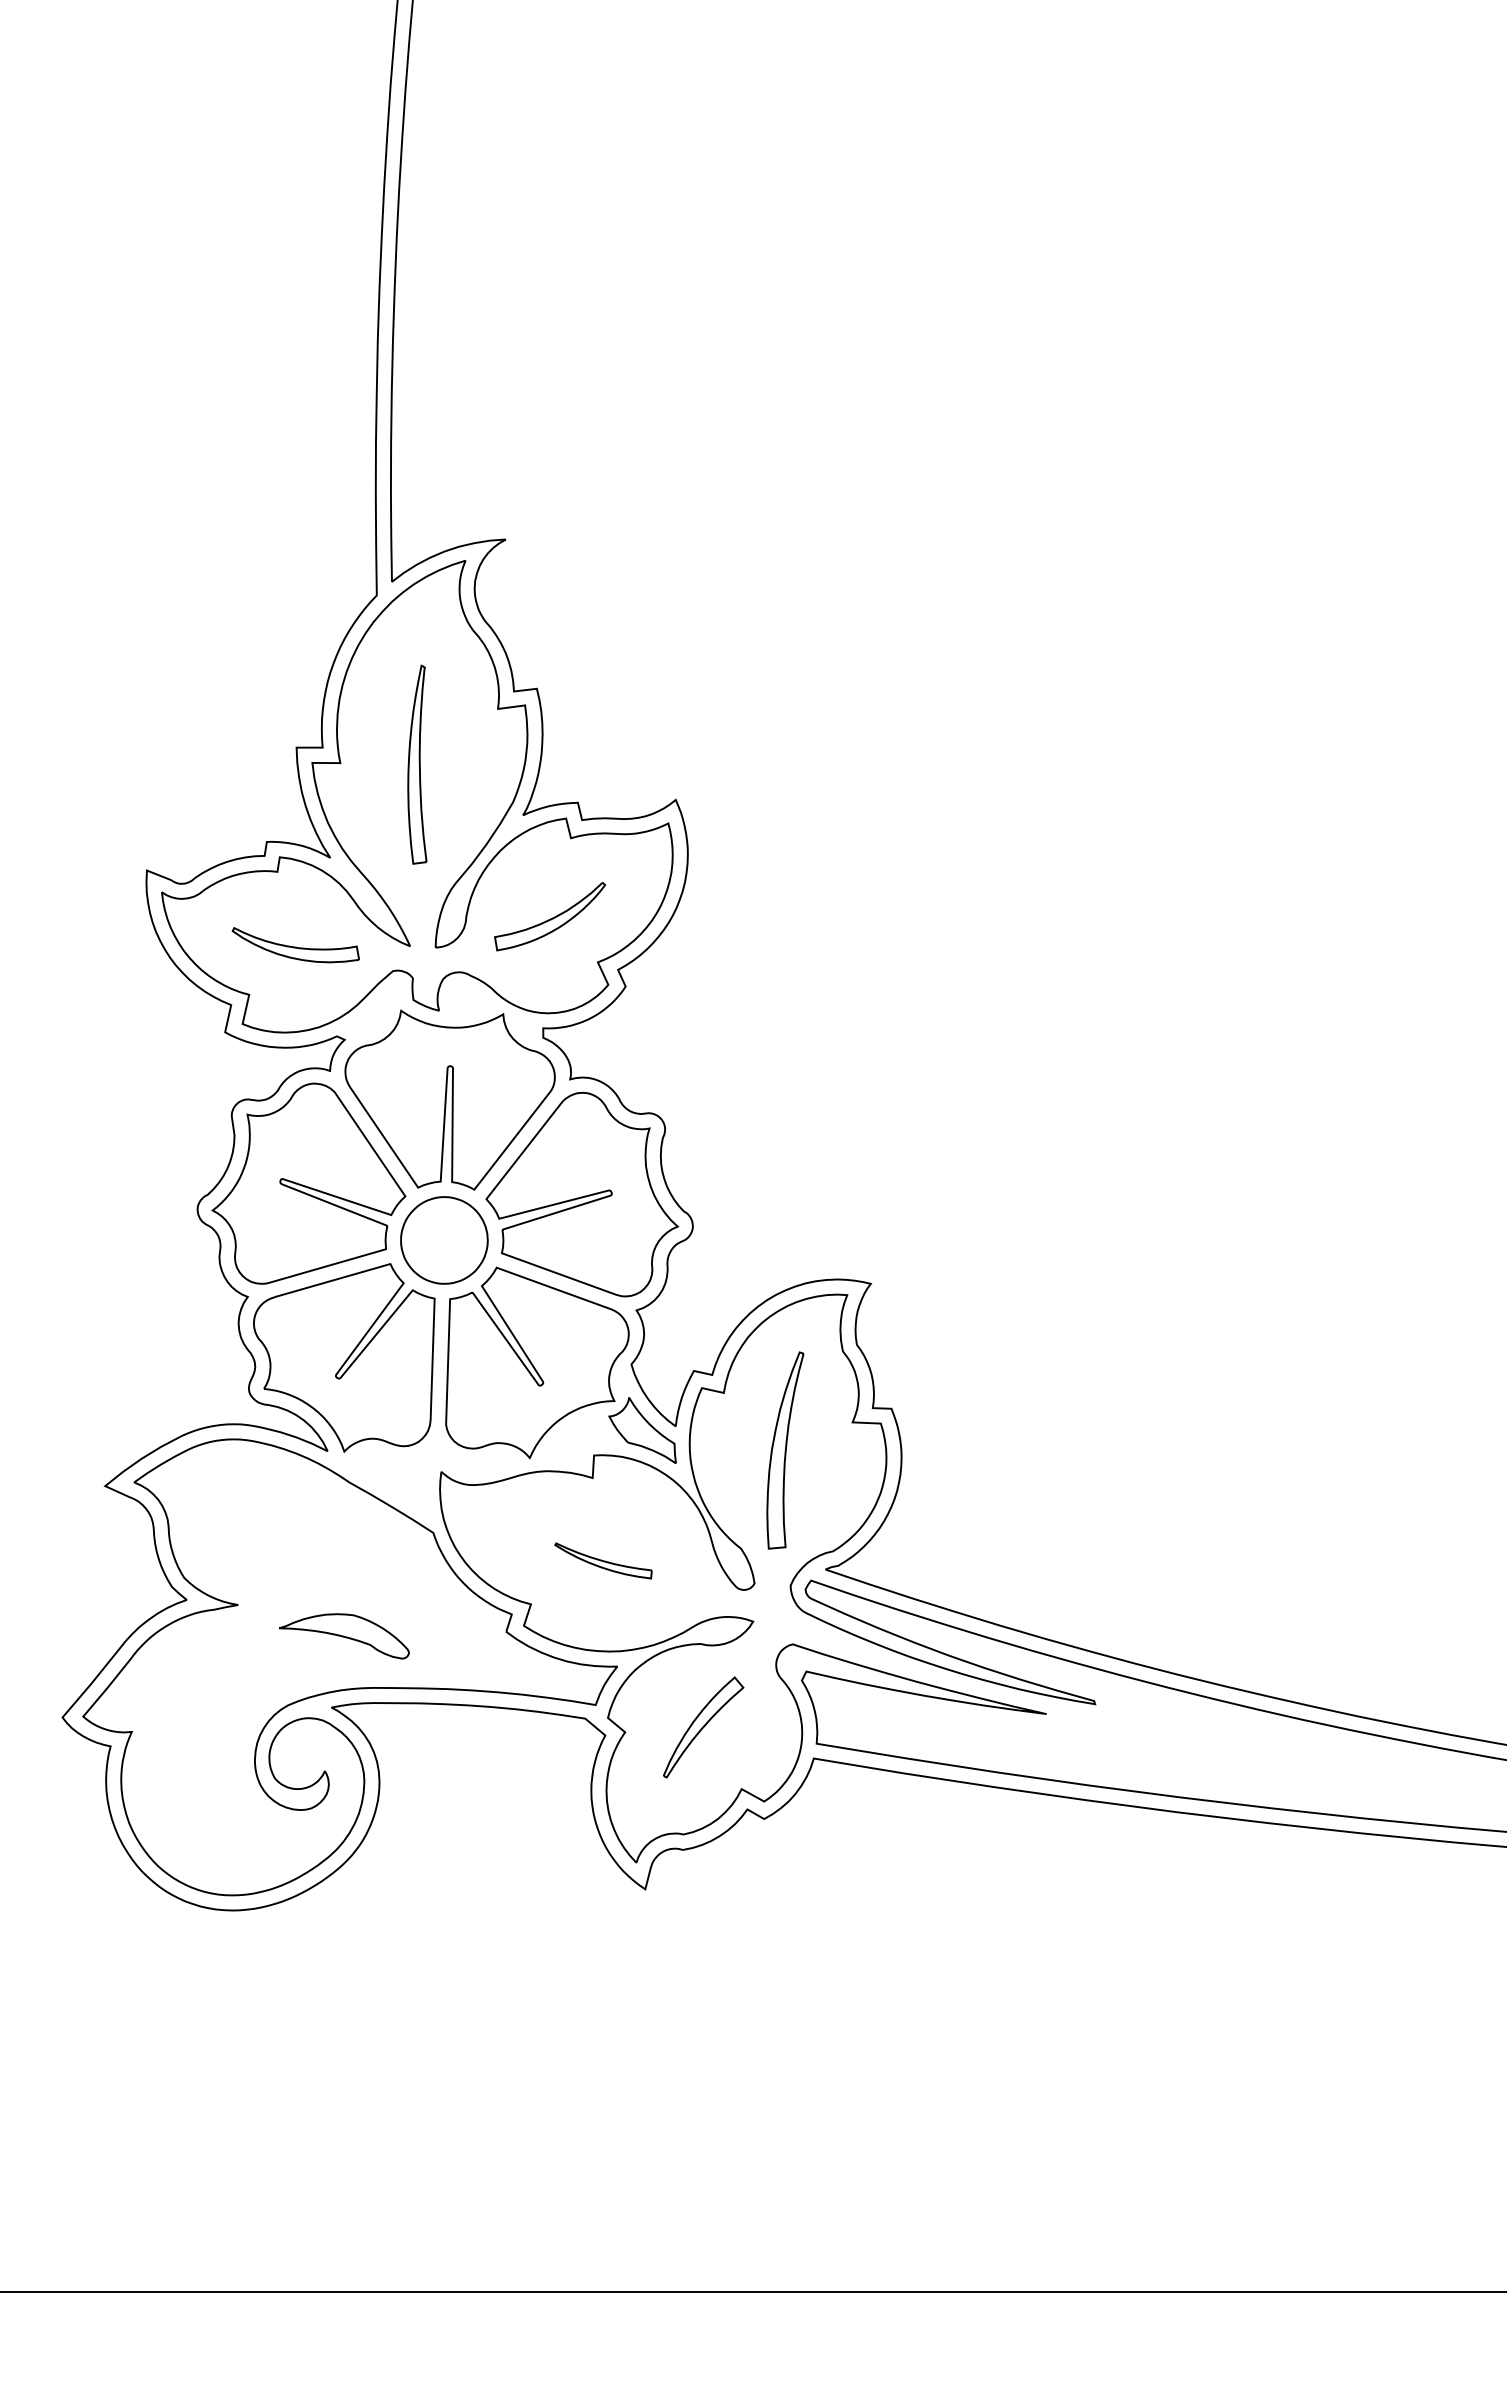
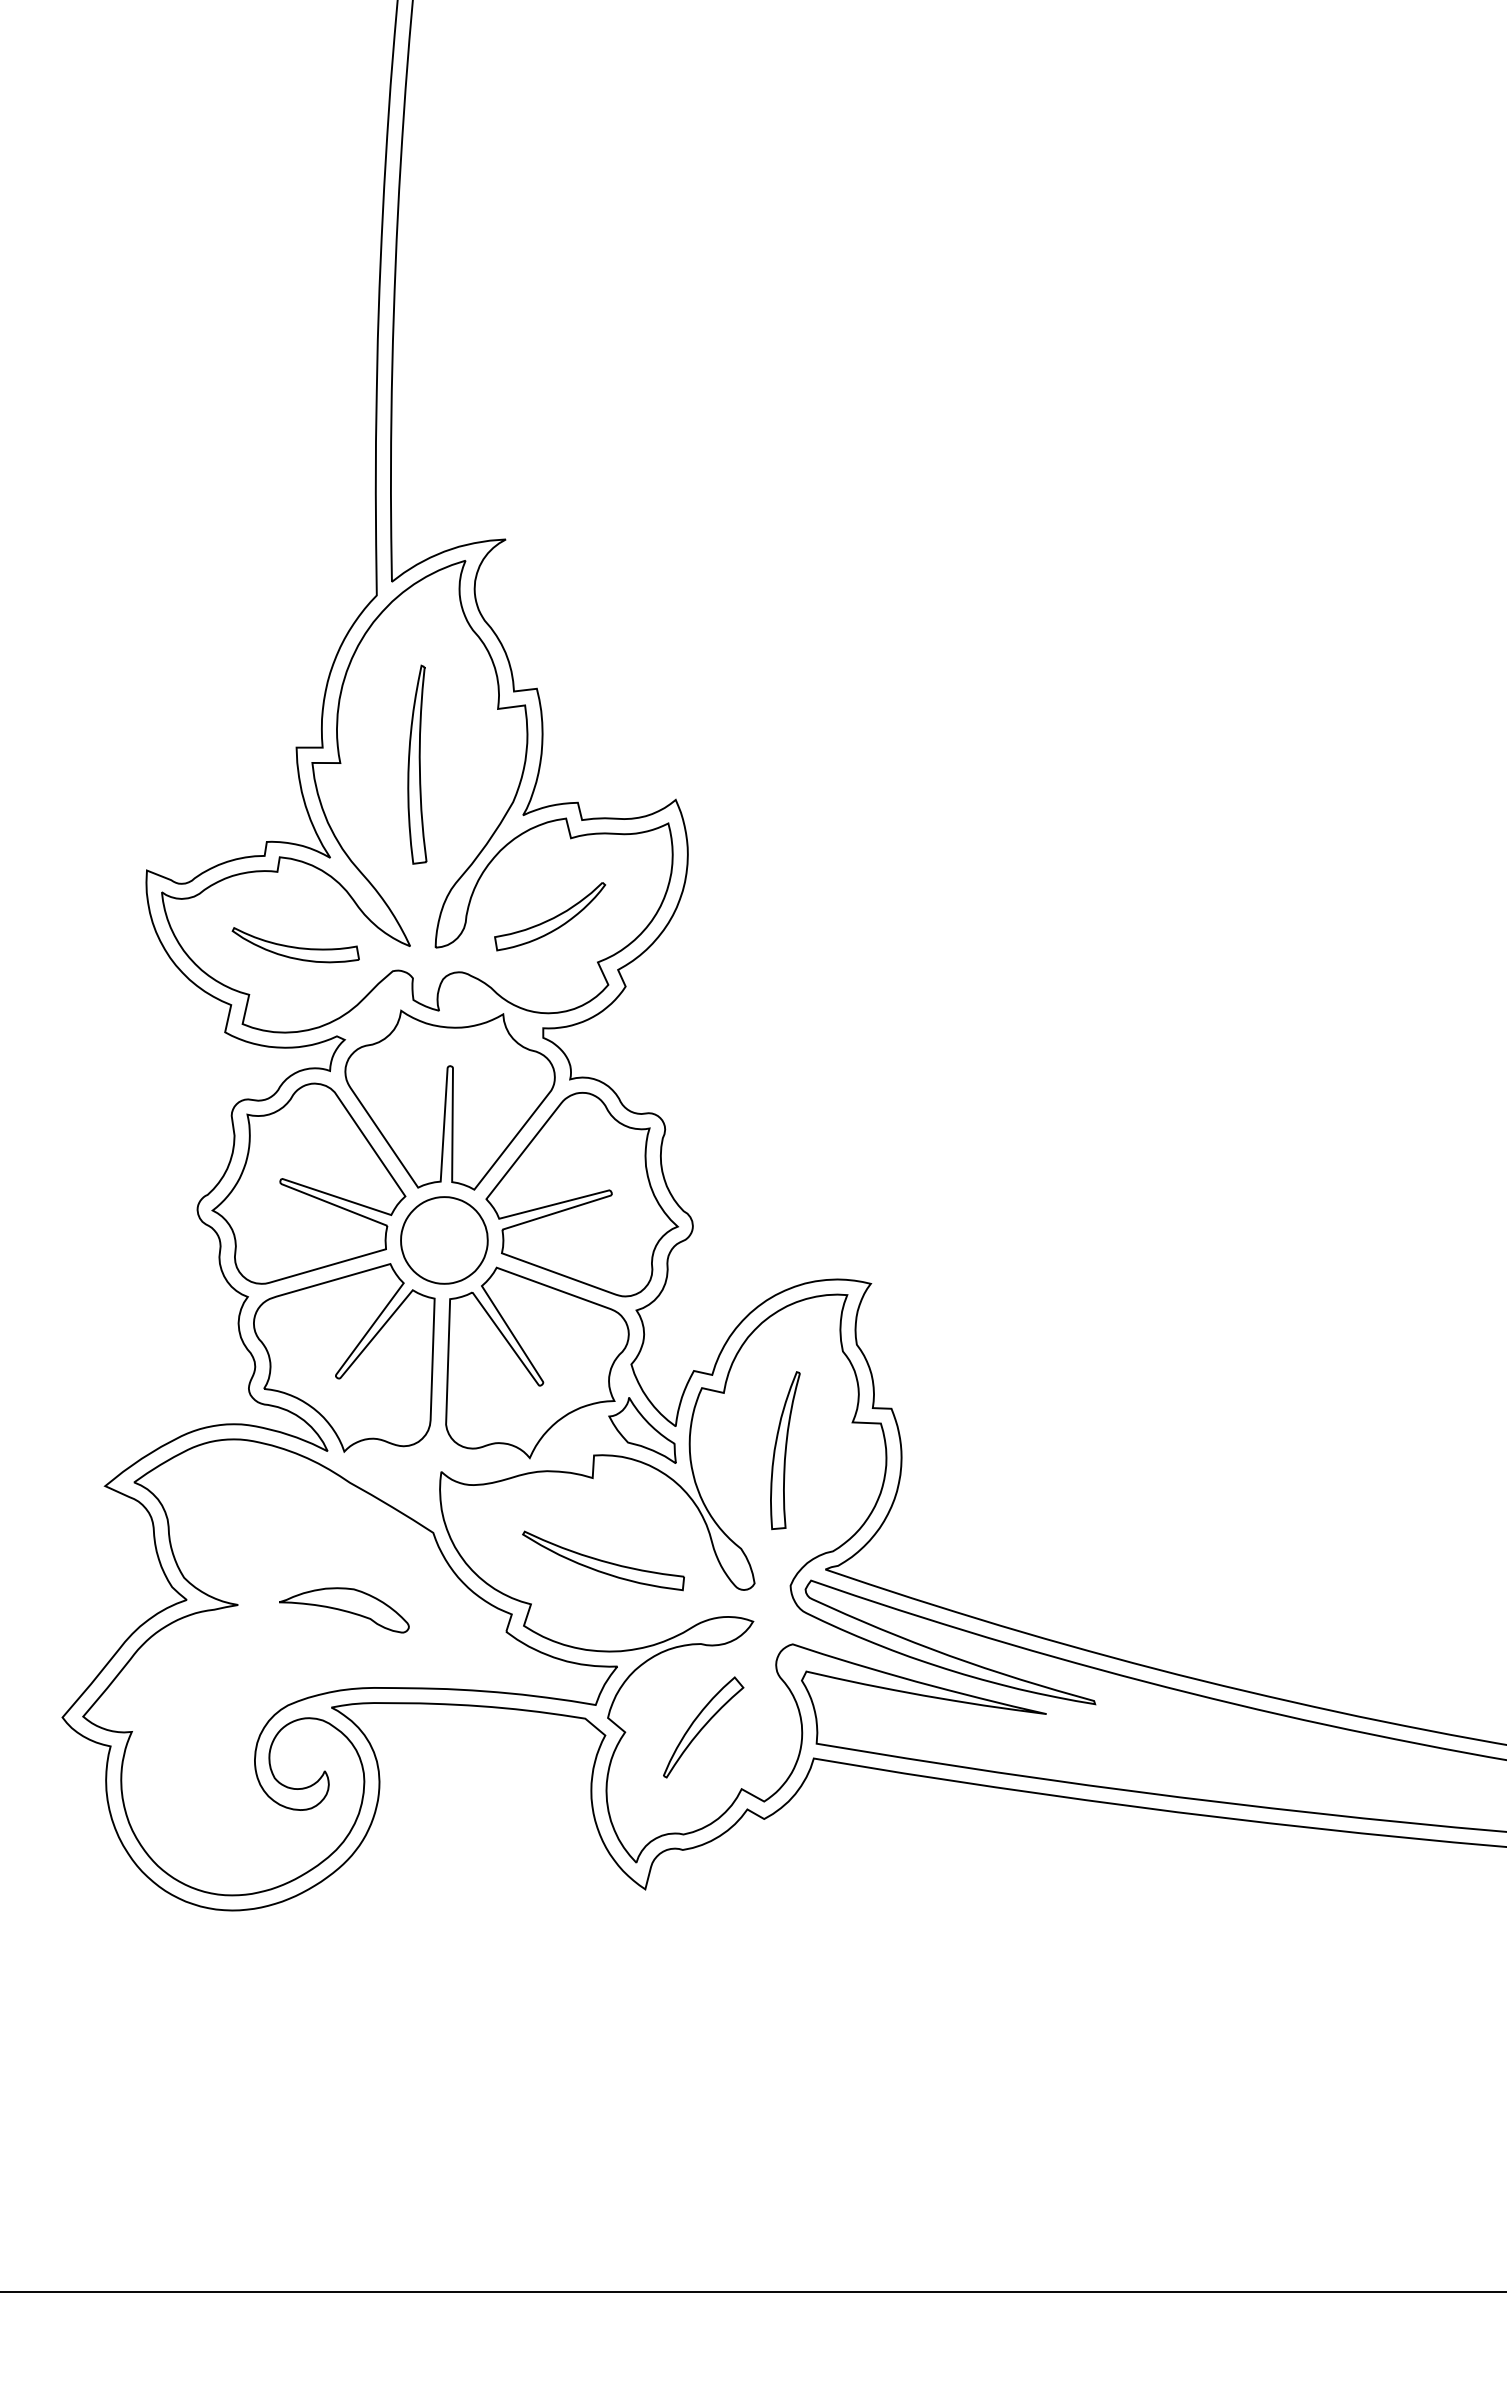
part at (785, 1450) size: 39x199 px -> 31x160 px
part at (603, 1560) size: 99x38 px -> 163x62 px
part at (344, 1636) position: (344, 1636) -> (344, 1610)
